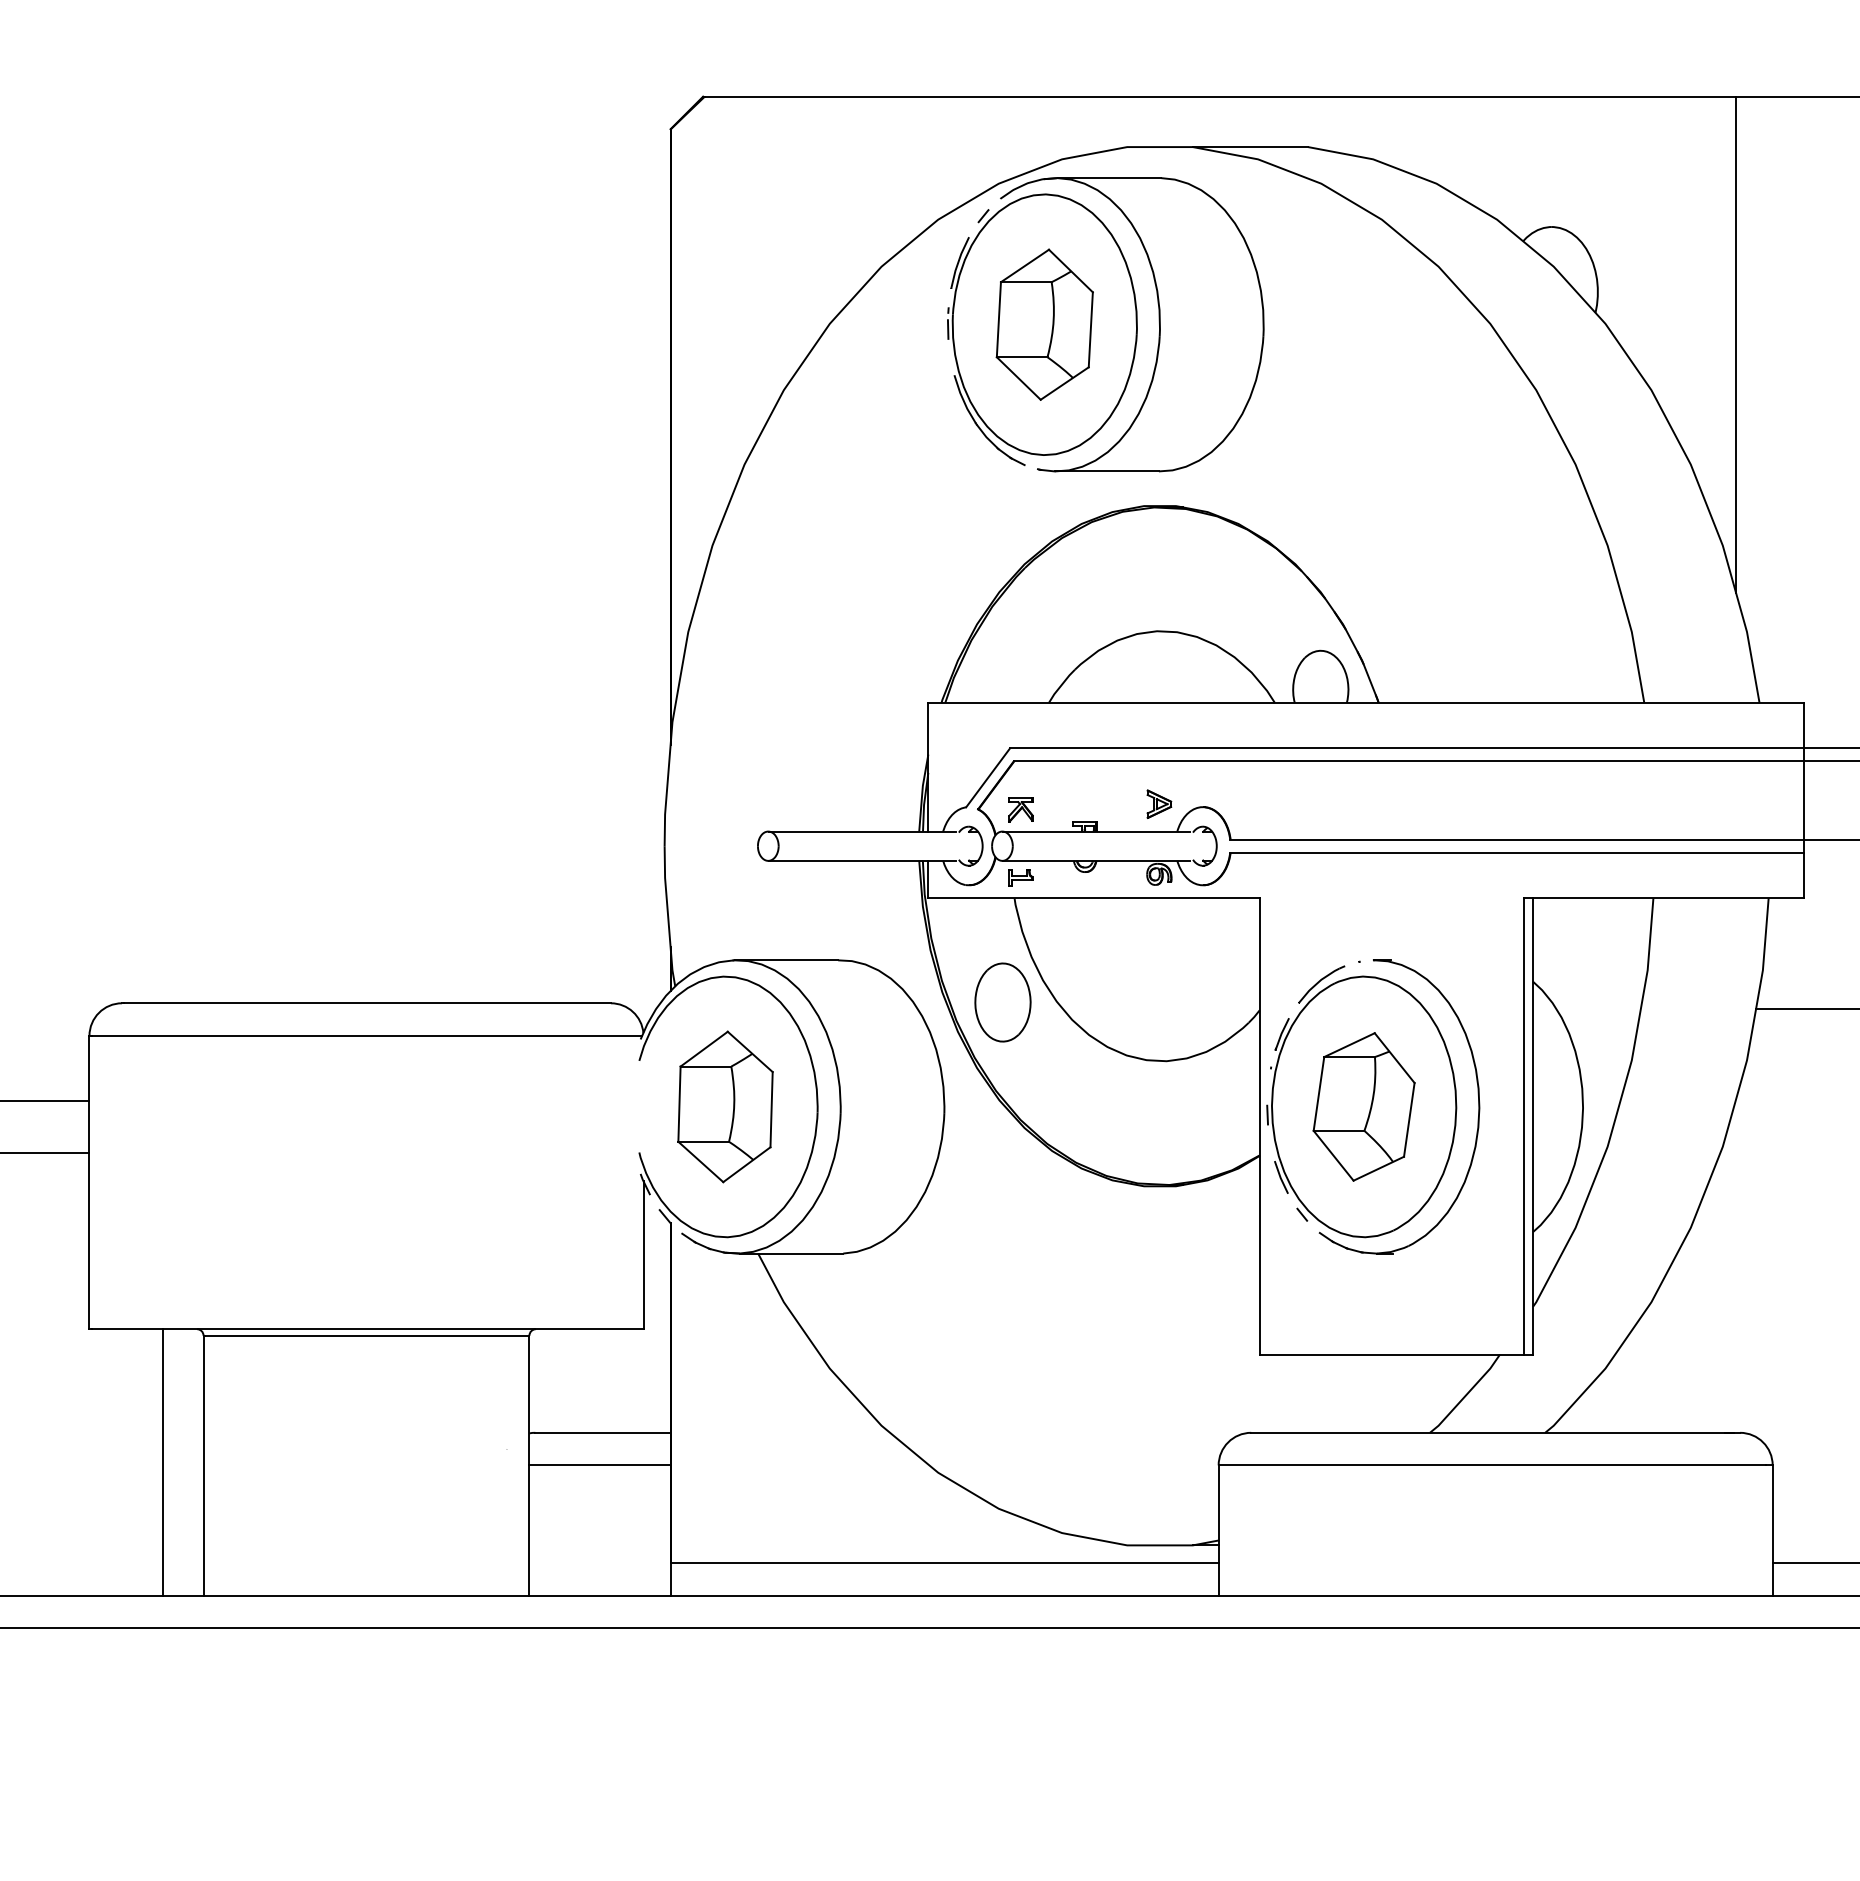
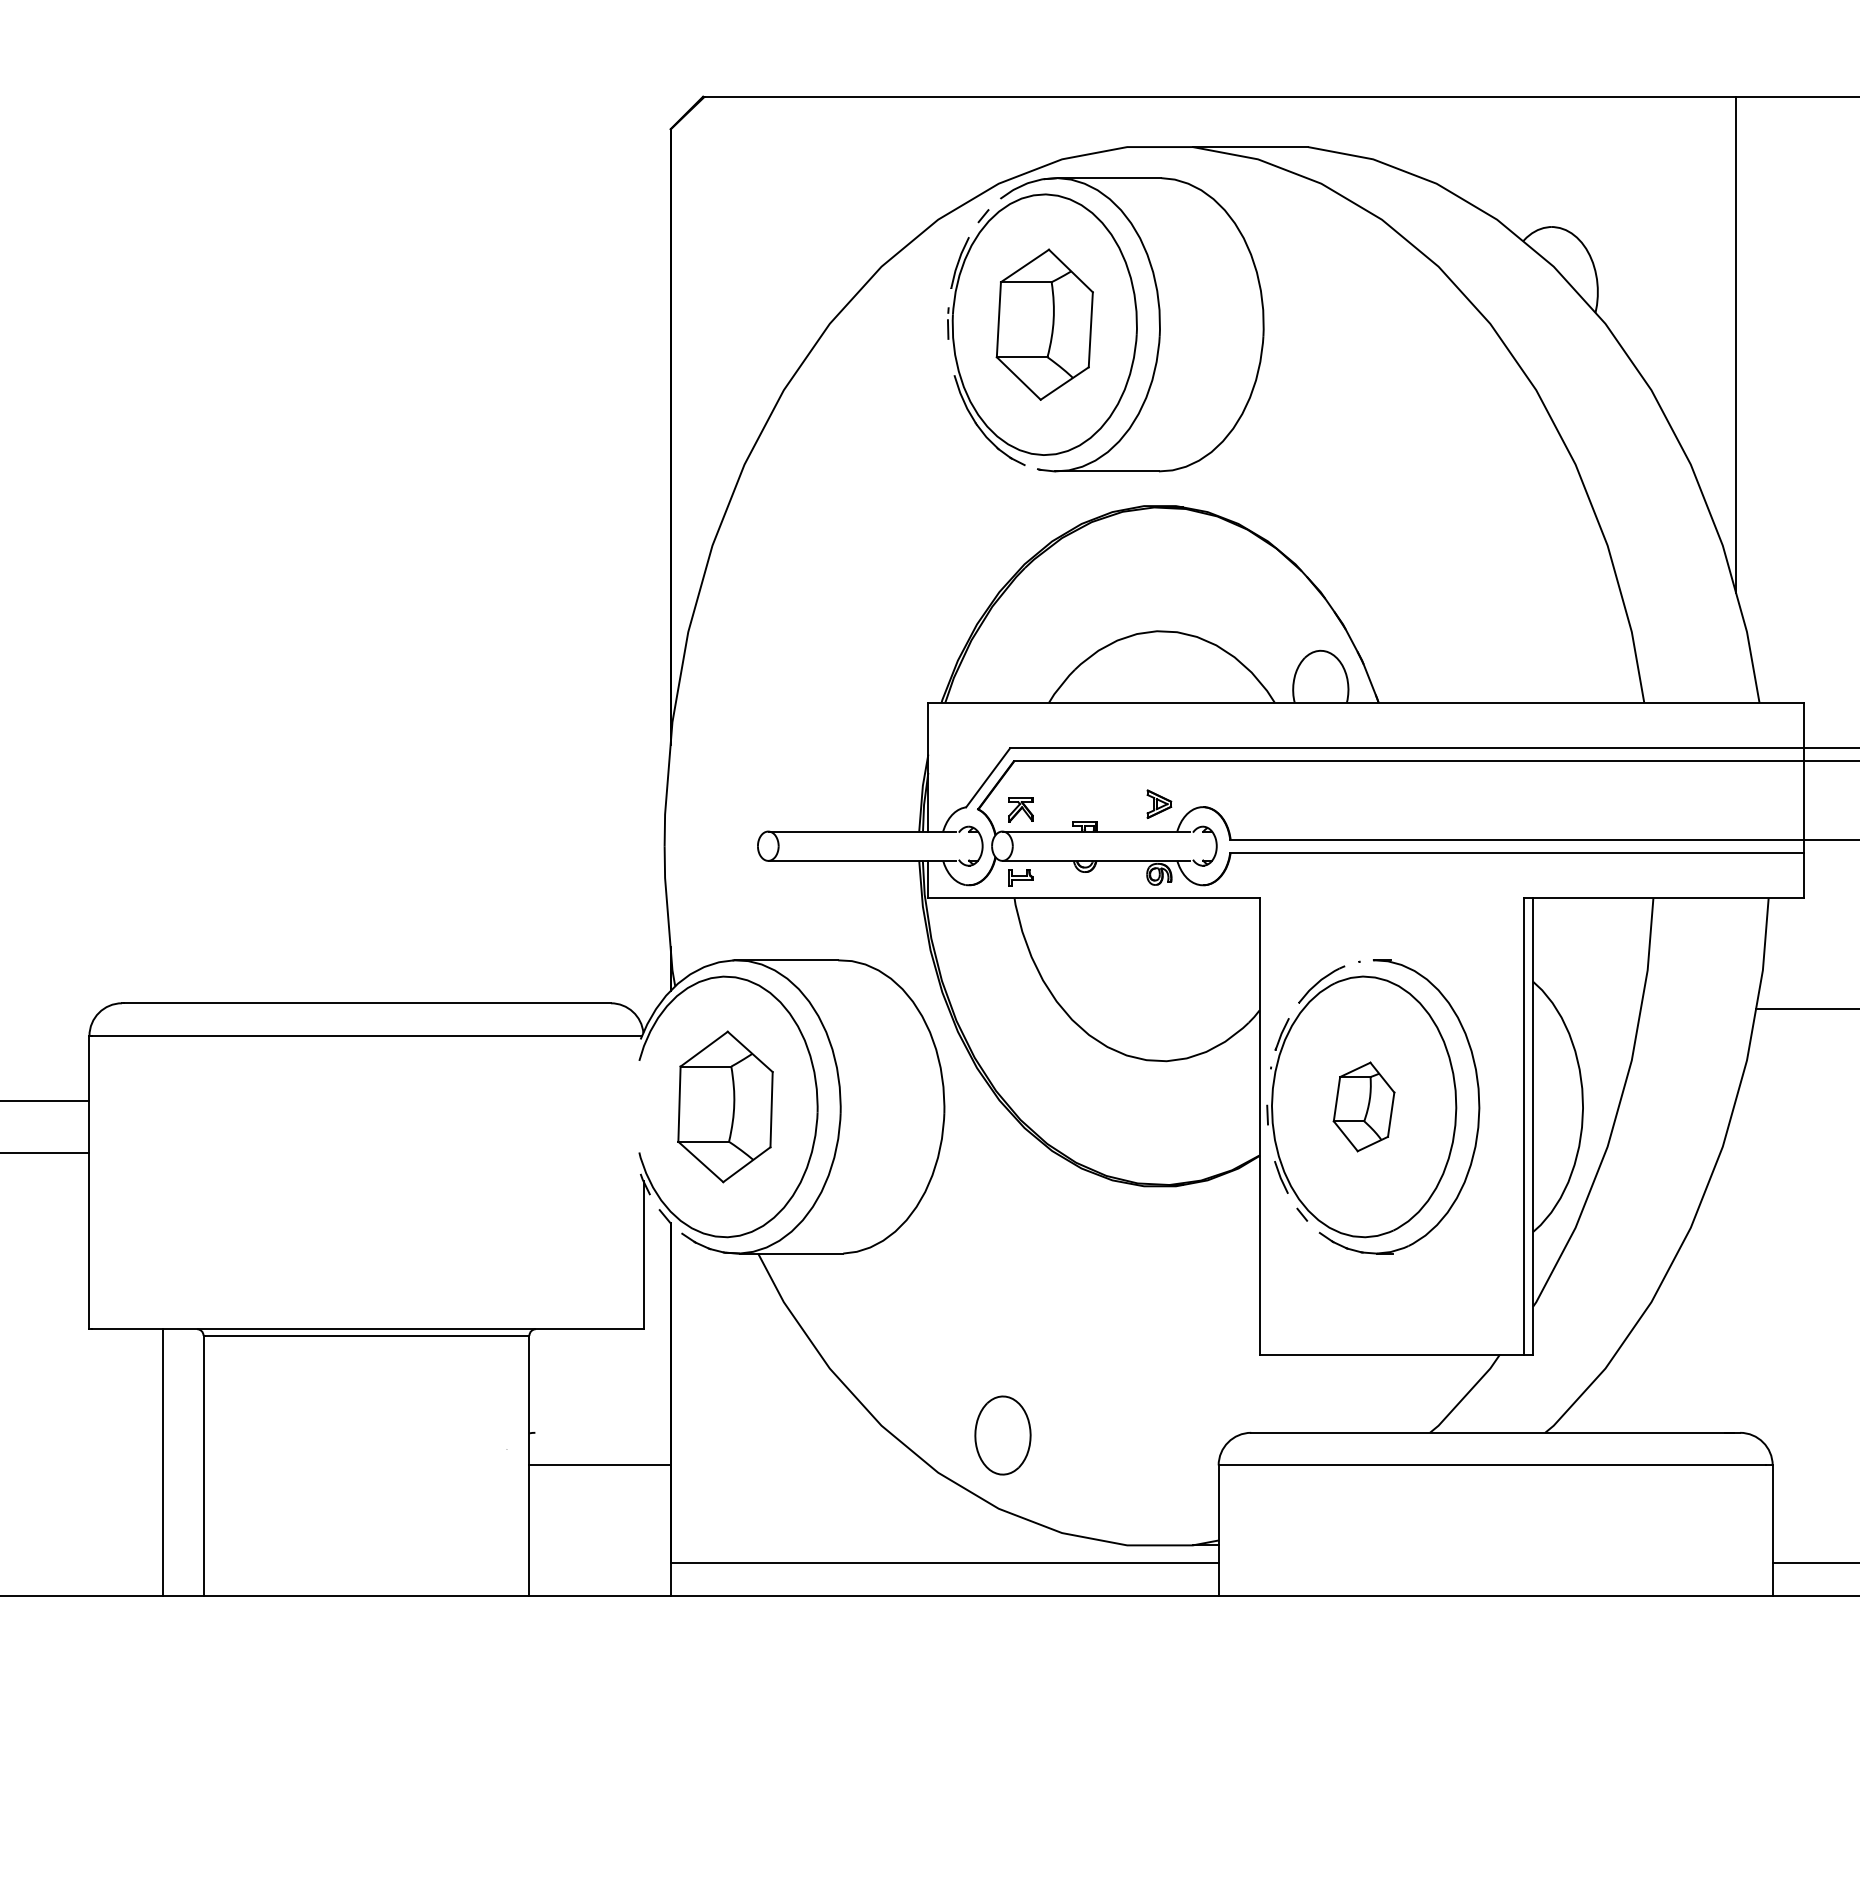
part at (1002, 1002) position: (1002, 1002) -> (1002, 1435)
part at (1363, 1106) size: 104x150 px -> 64x92 px
line at (602, 1432): present -> none
line at (929, 1628): present -> none
